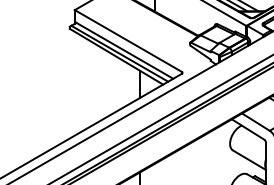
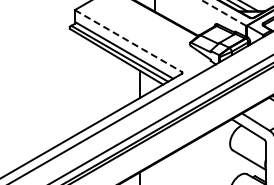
line at (224, 13): solid -> dashed
line at (128, 41): solid -> dashed
